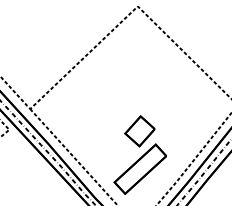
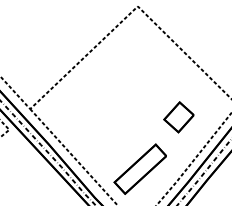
part at (139, 131) position: (139, 131) -> (178, 117)
